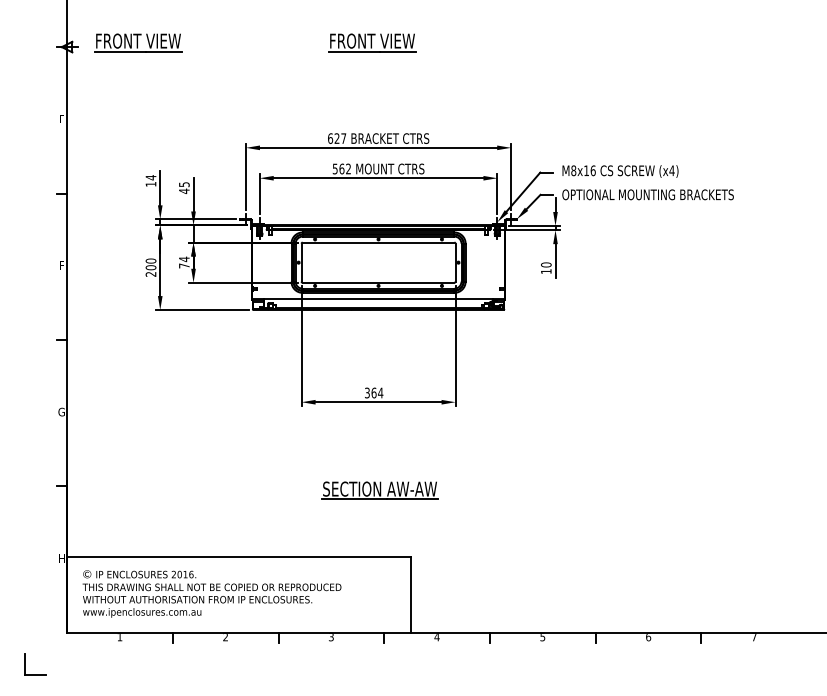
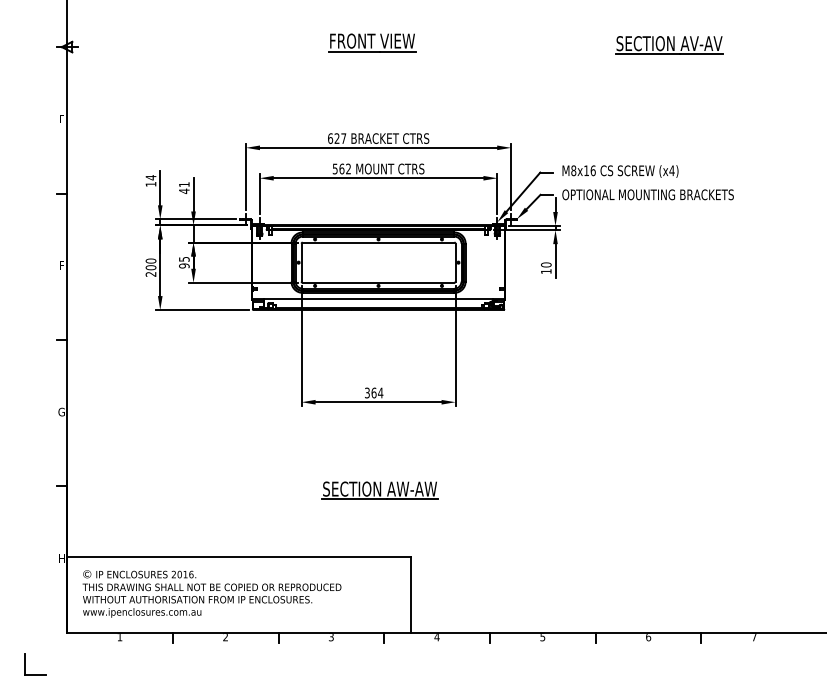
part at (138, 42): present -> none
part at (669, 45): none -> present
text at (184, 184): 45 -> 41
text at (184, 262): 74 -> 95
